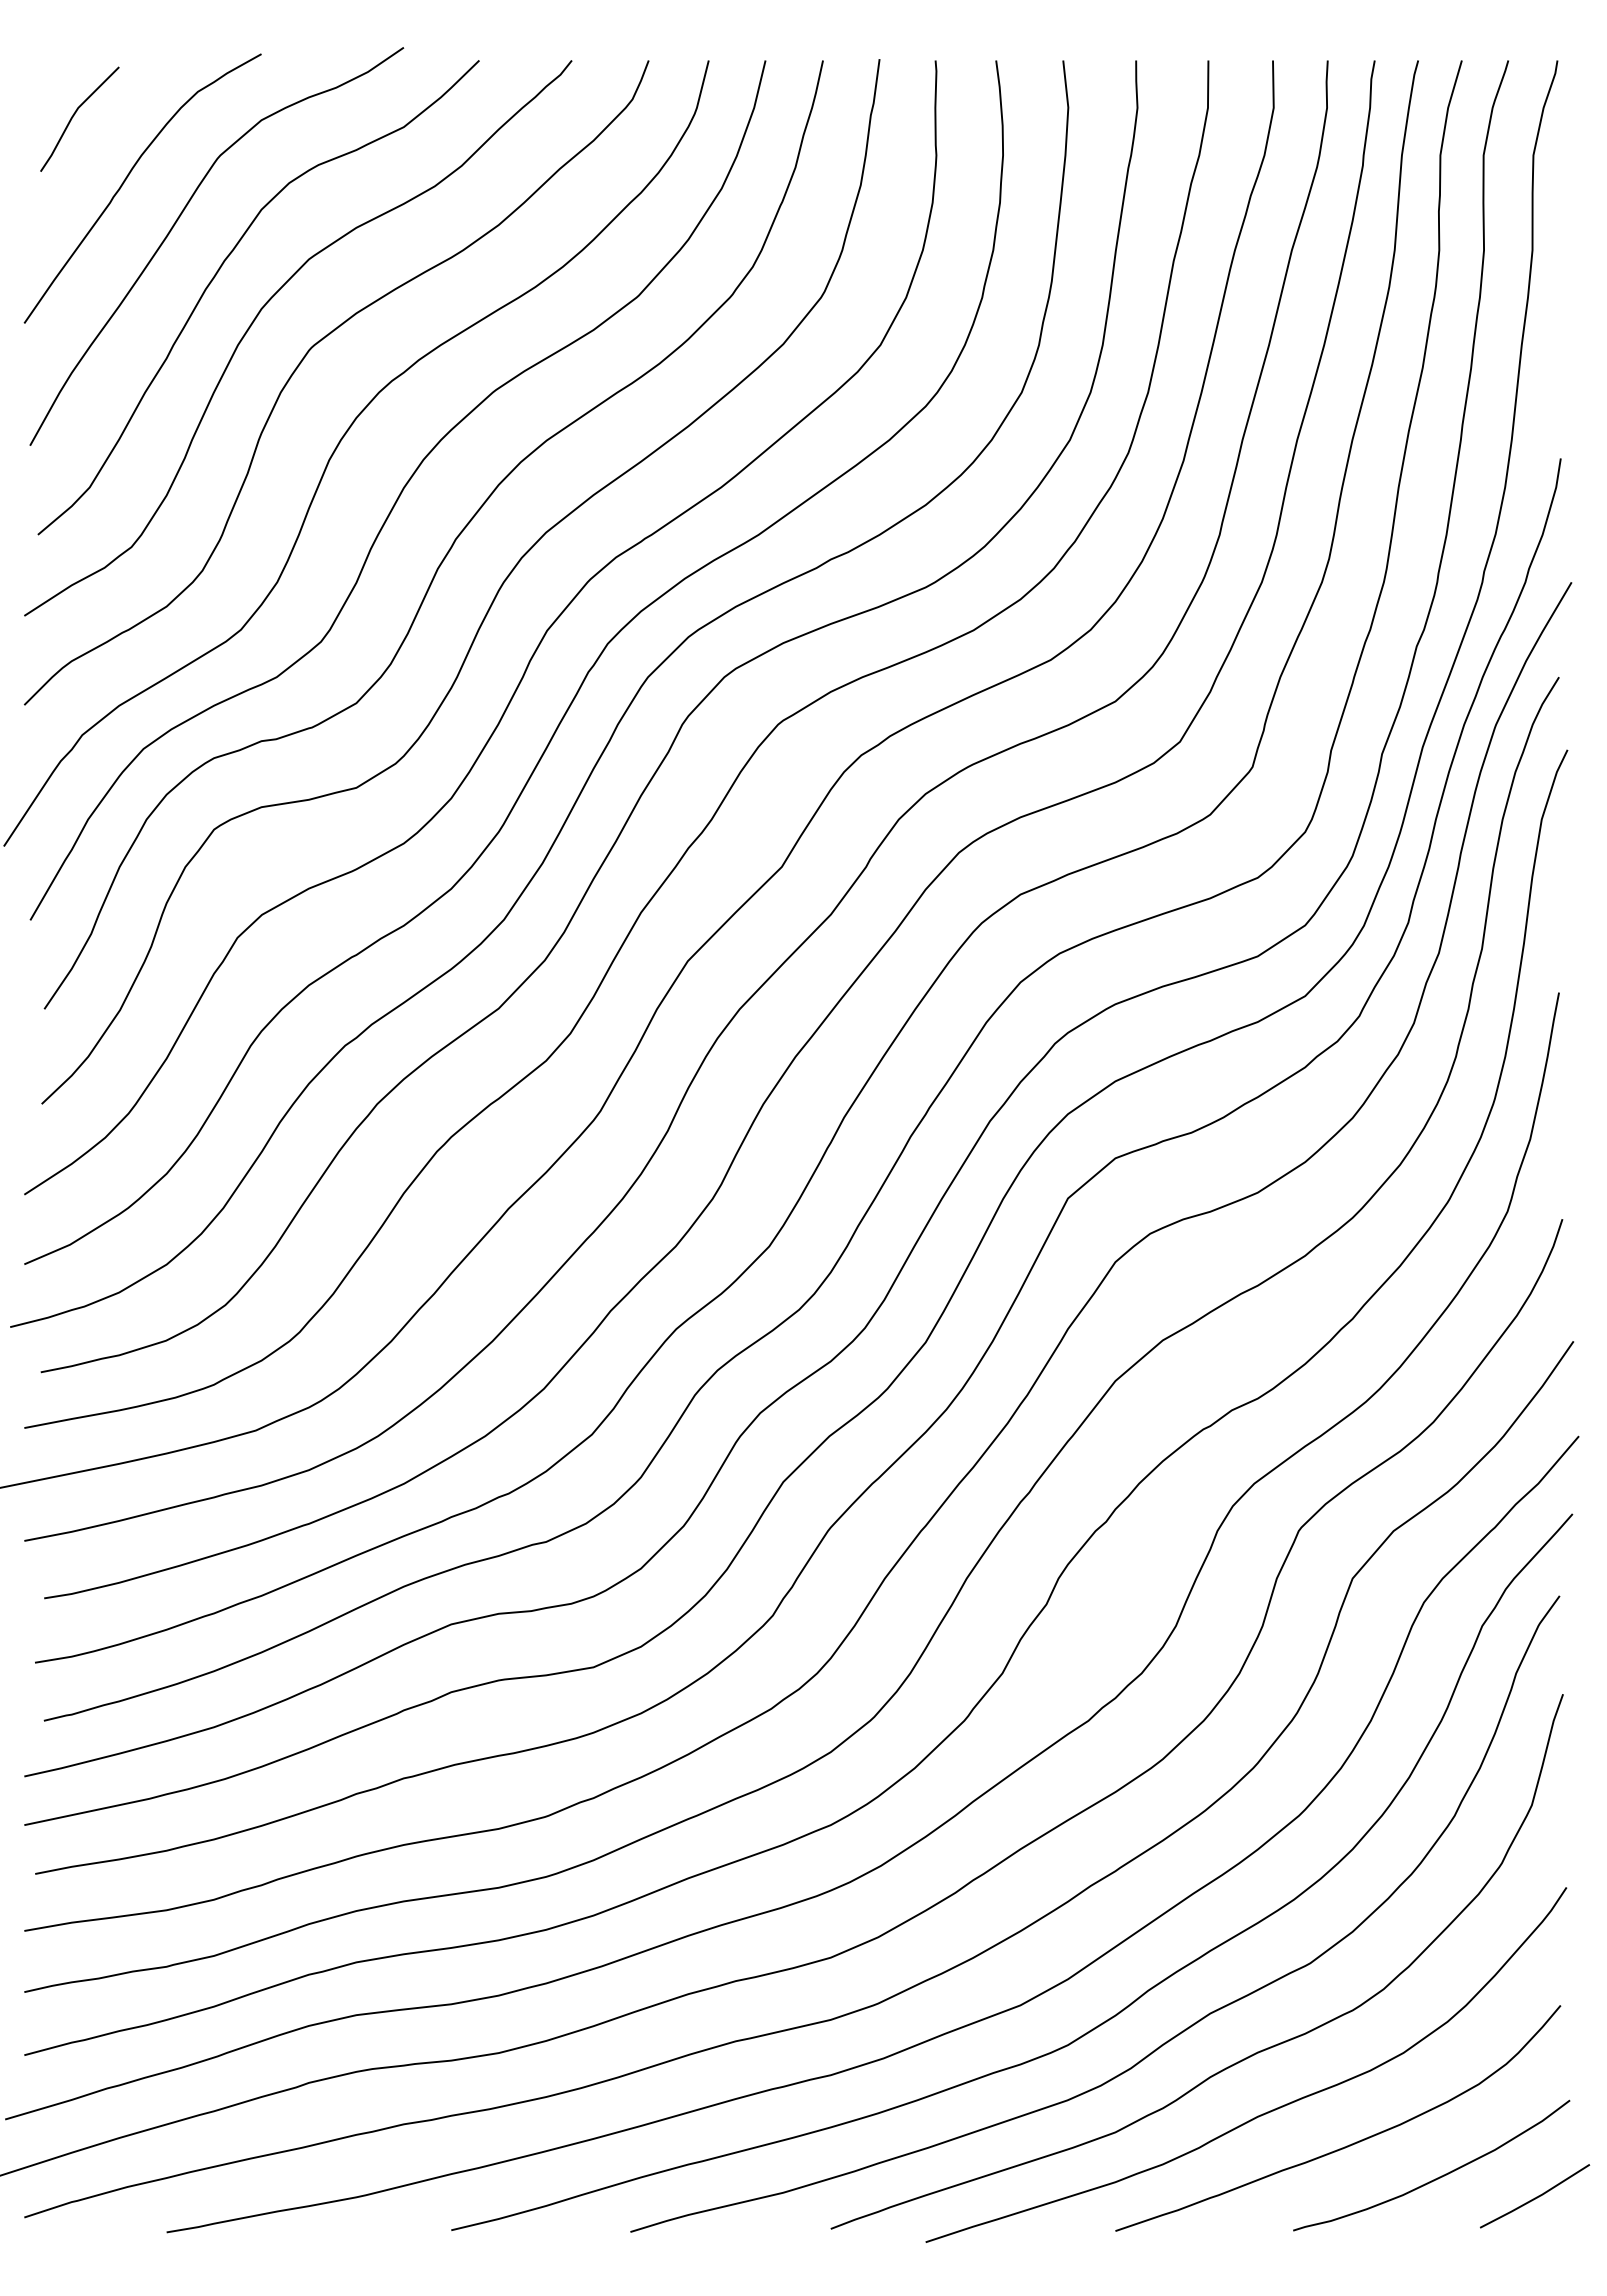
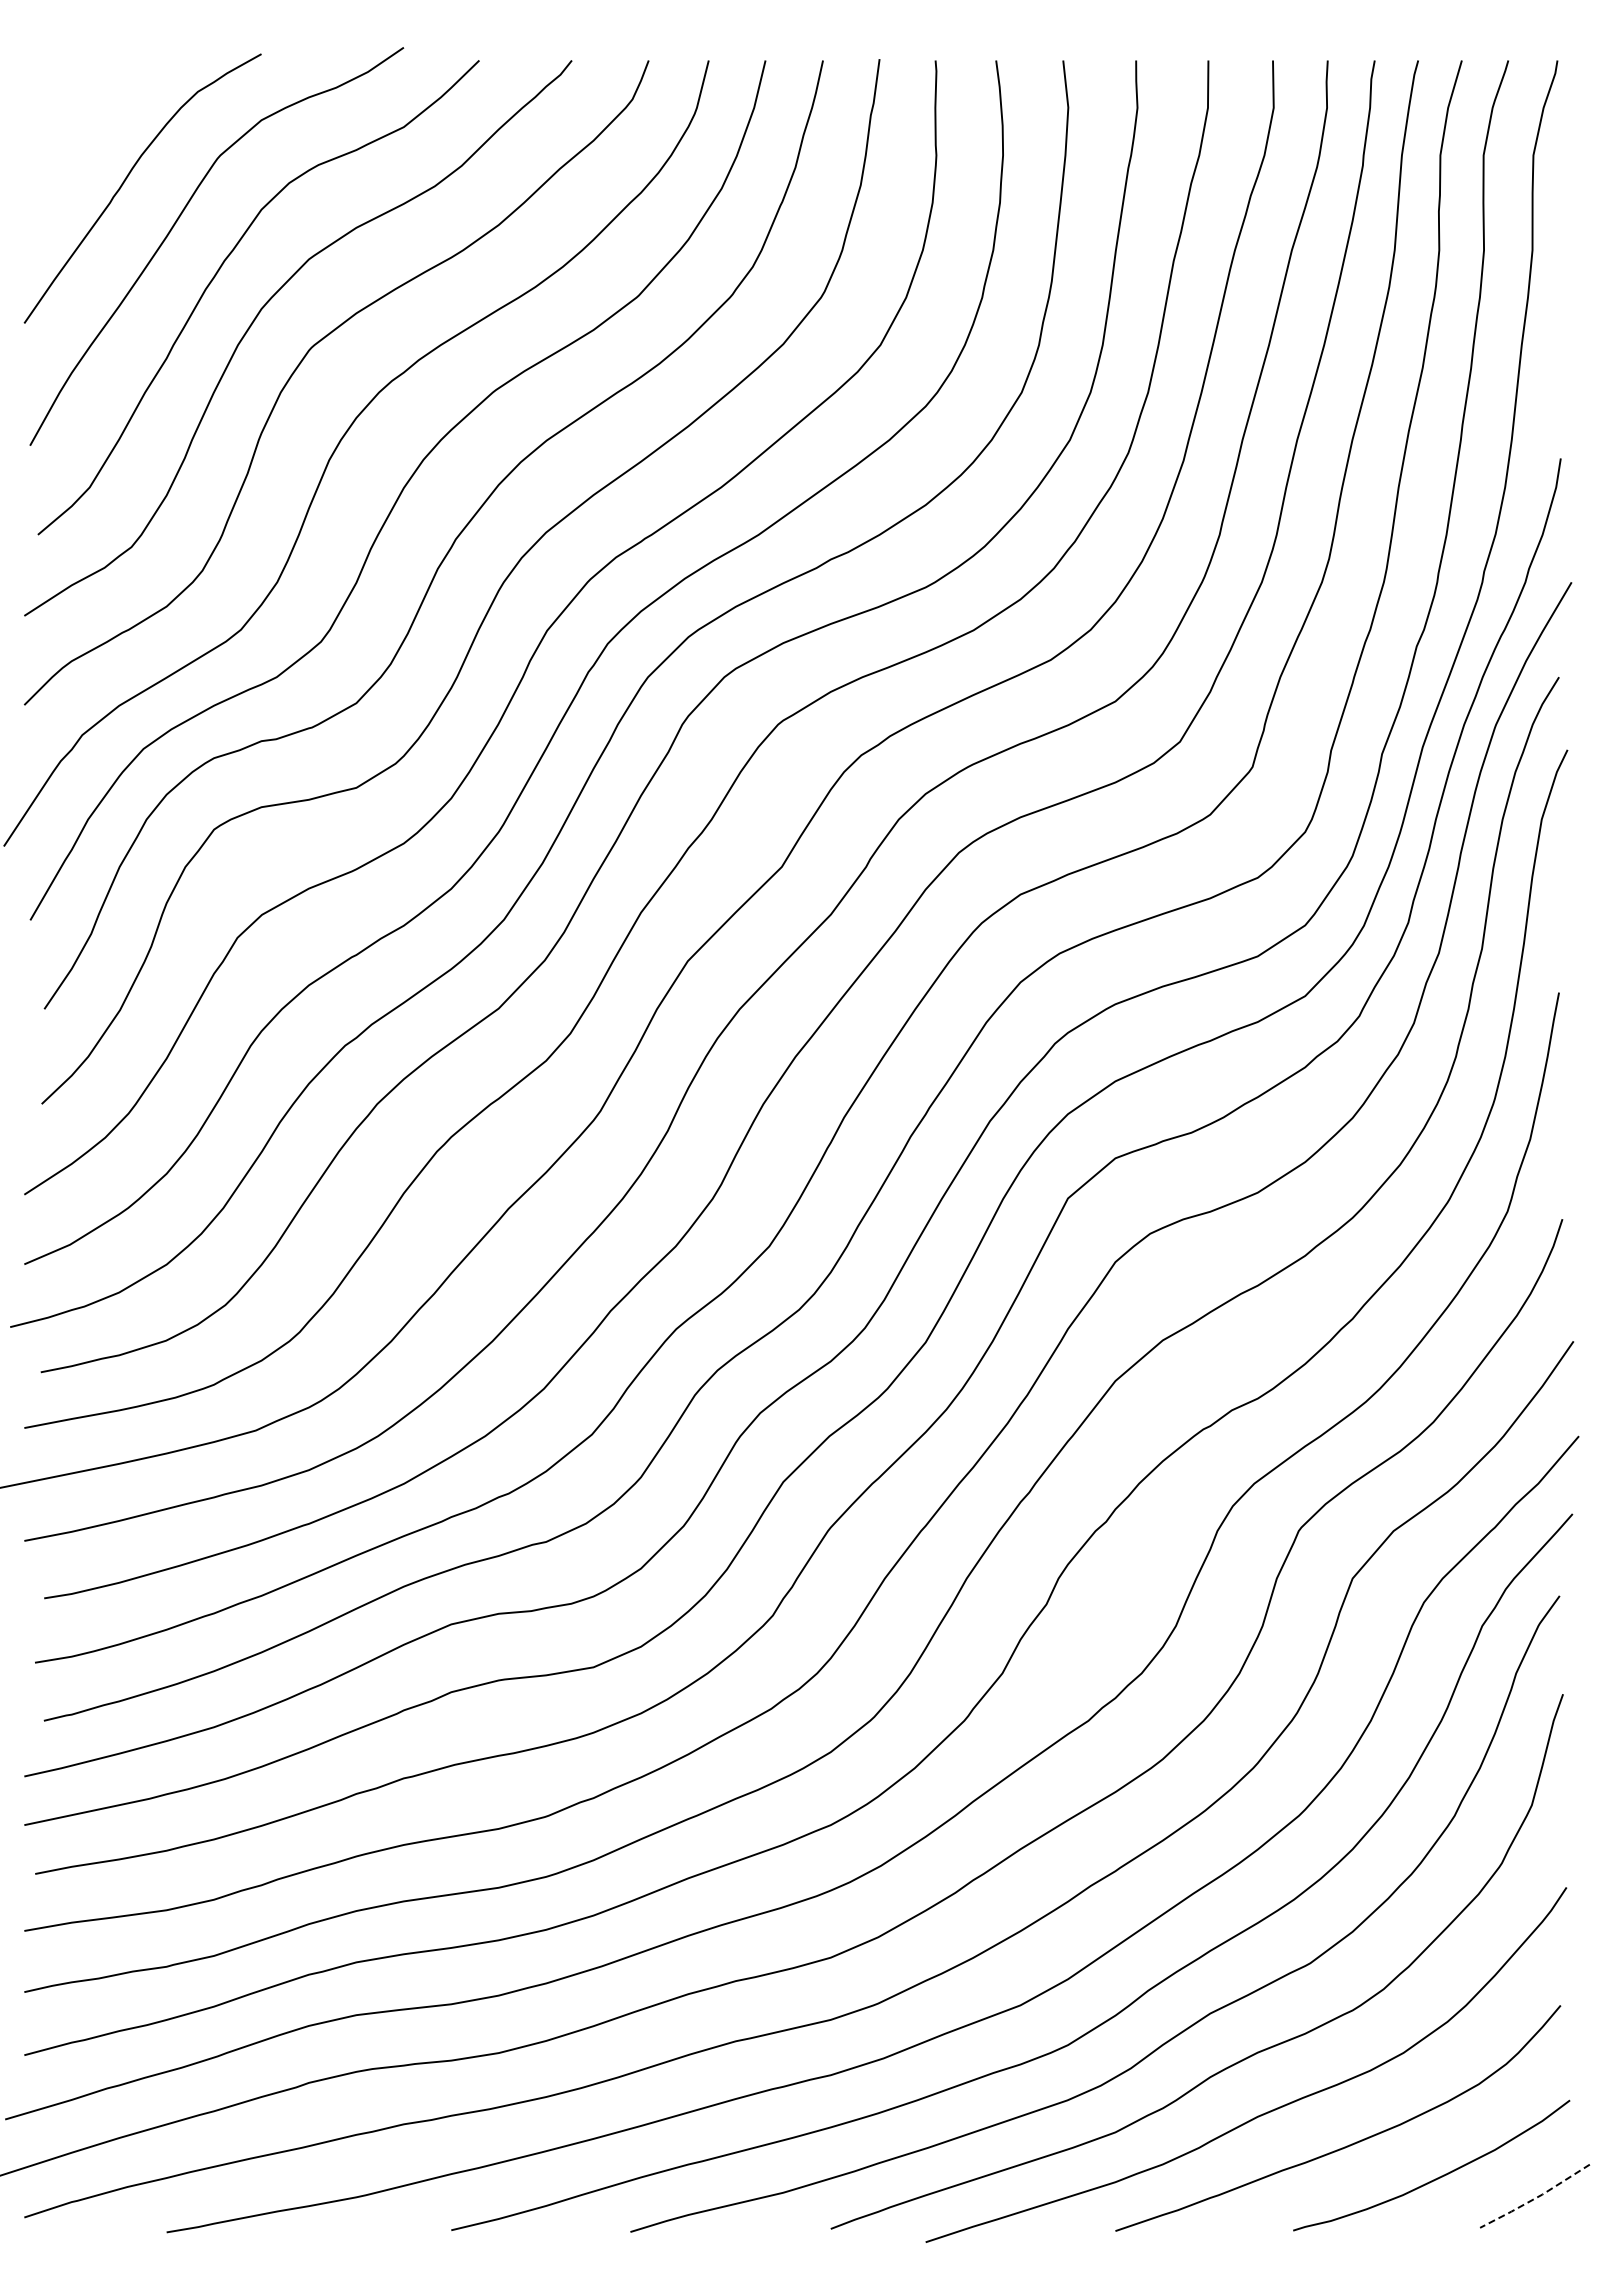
line at (75, 114): present -> none
line at (1535, 2198): solid -> dashed
